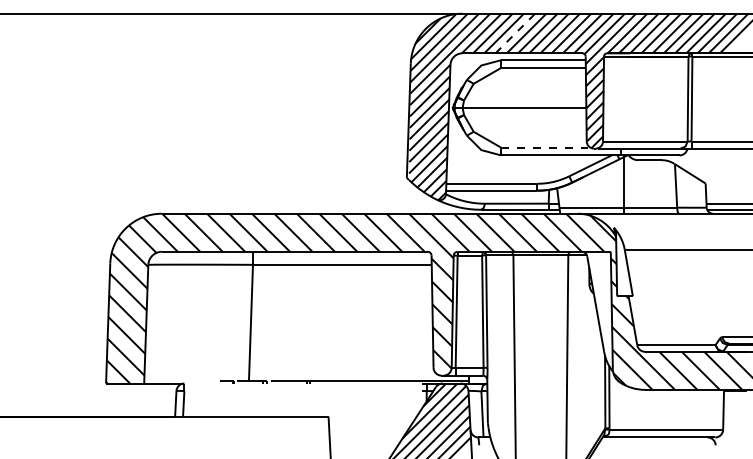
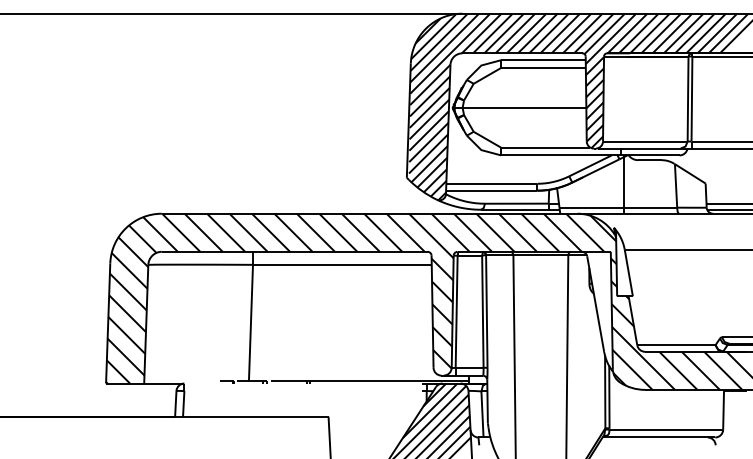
line at (515, 33): dashed -> solid
line at (545, 147): dashed -> solid
